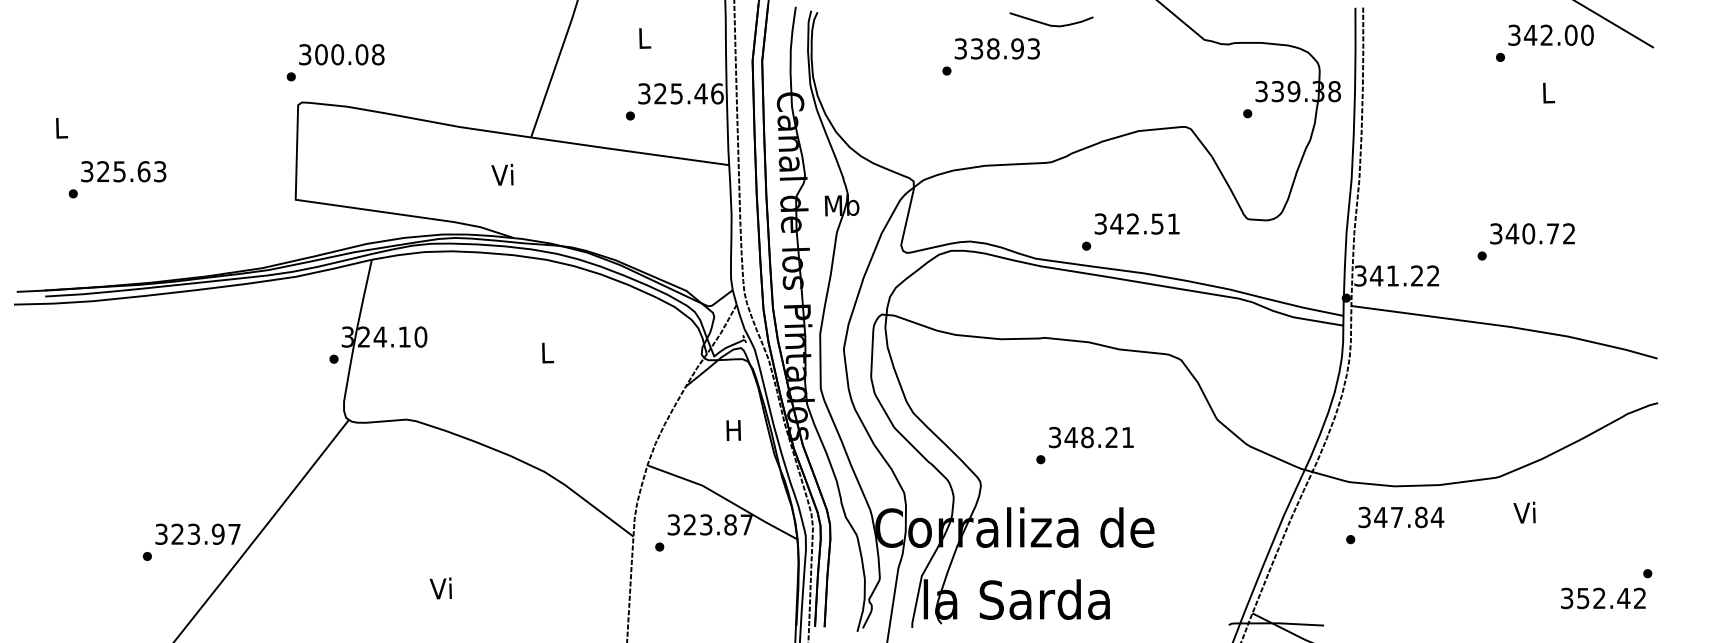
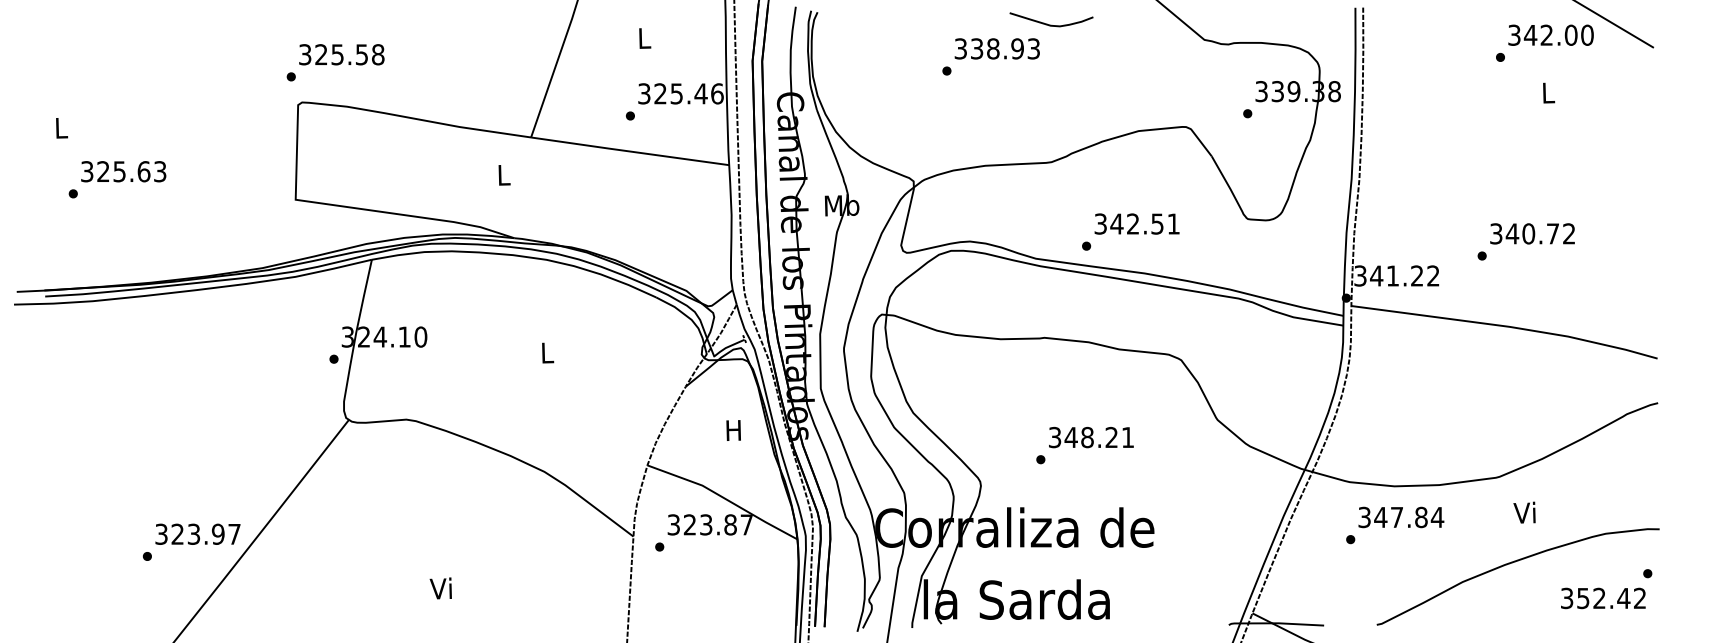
text at (341, 54): 300.08 -> 325.58
text at (502, 174): Vi -> L
curve at (1512, 563): none -> present
